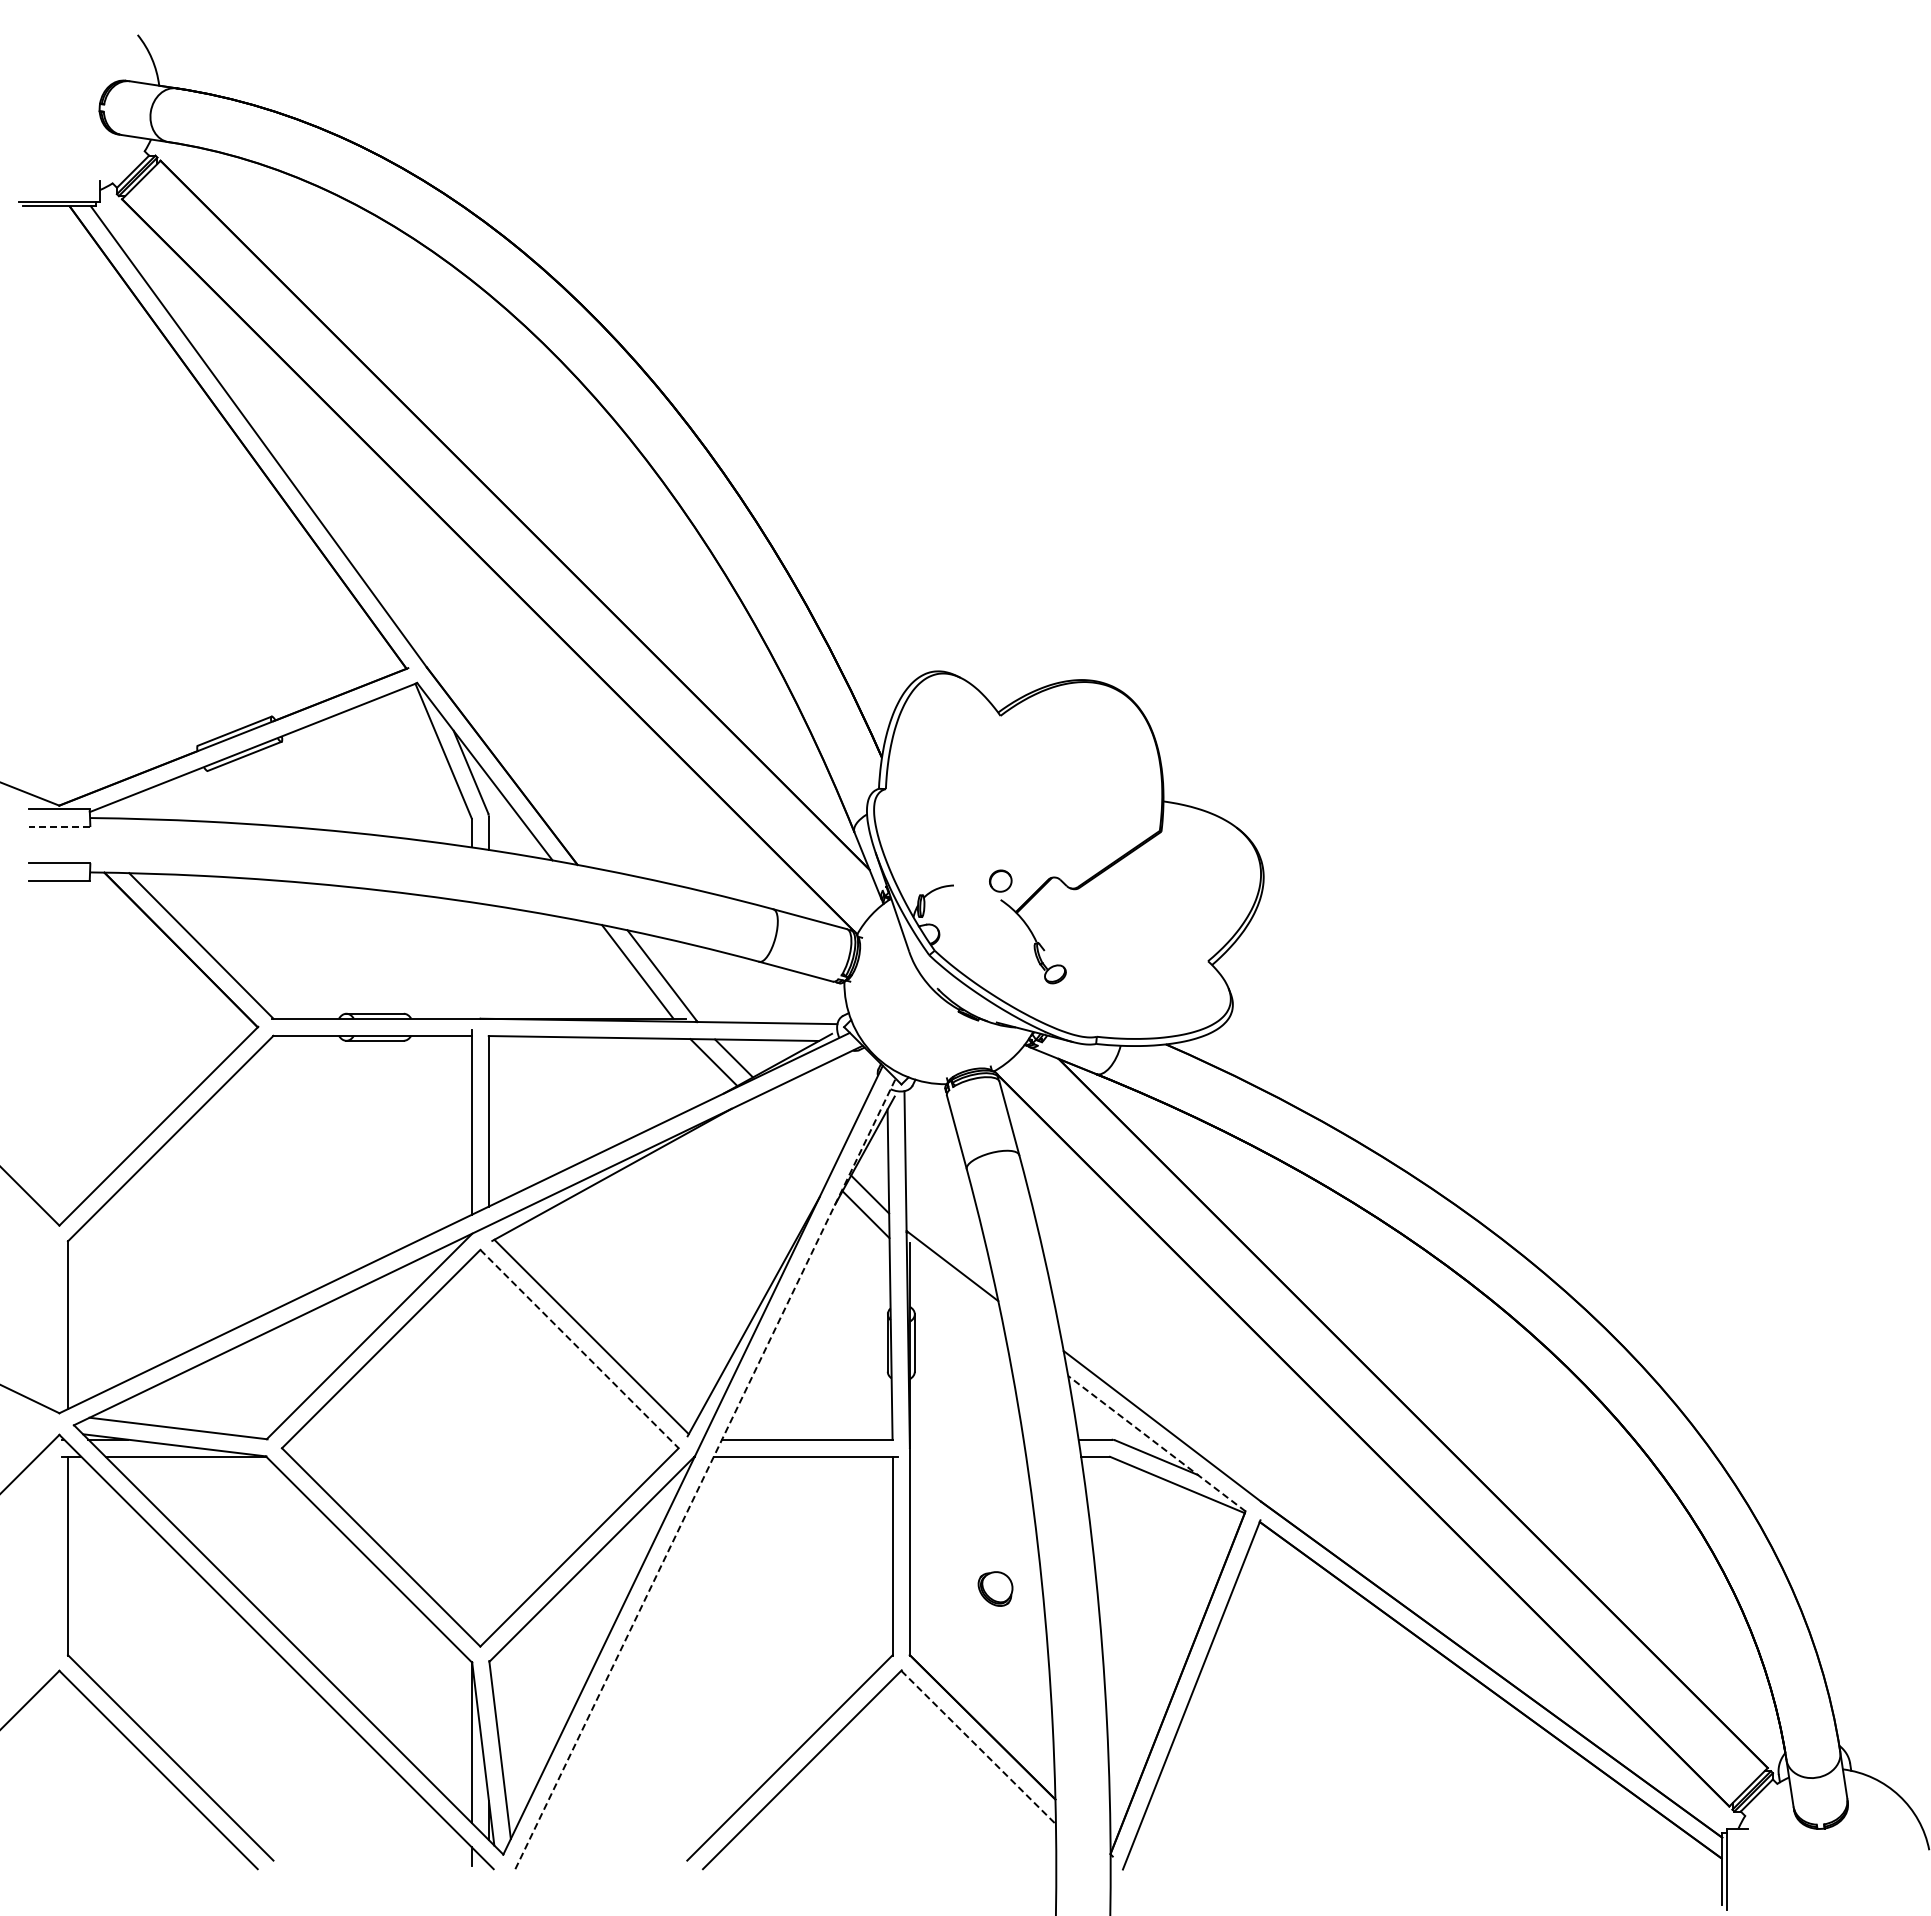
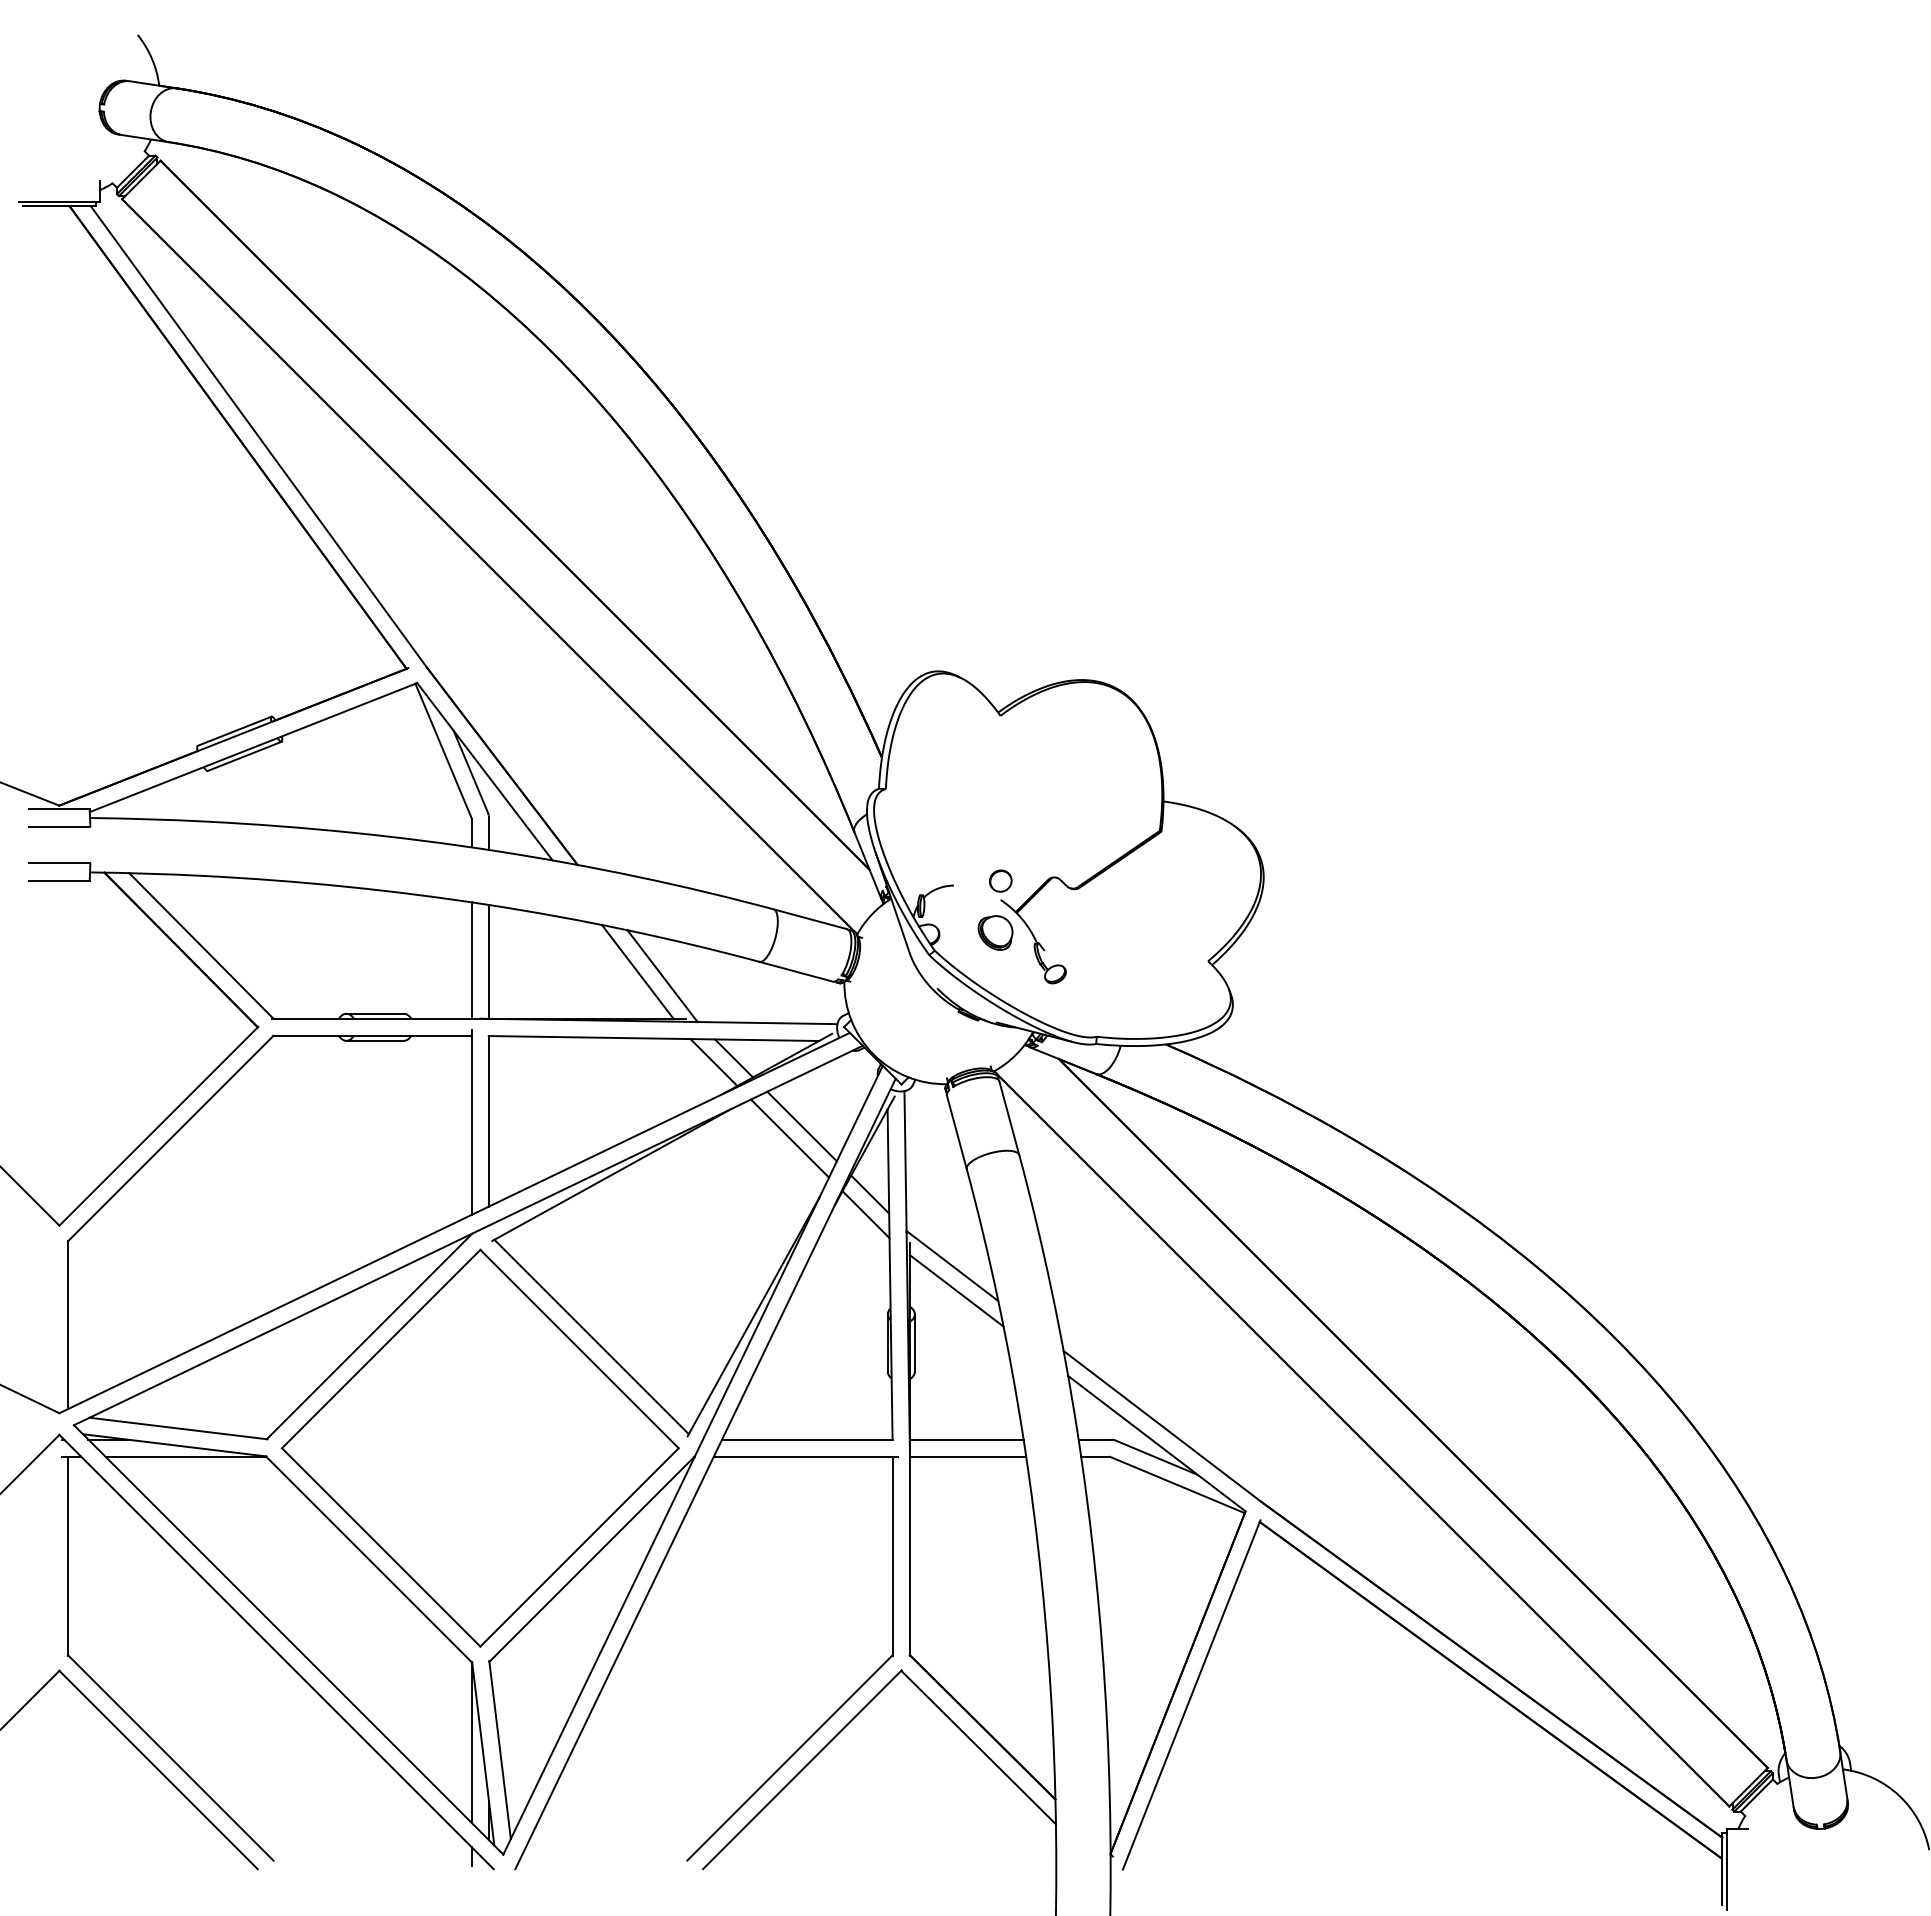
line at (59, 827): dashed -> solid
line at (471, 960): none -> present
line at (488, 961): none -> present
line at (801, 1126): none -> present
line at (789, 1138): none -> present
line at (956, 1290): none -> present
line at (579, 1349): dashed -> solid
line at (966, 1439): none -> present
line at (1156, 1443): dashed -> solid
line at (967, 1456): none -> present
line at (705, 1473): dashed -> solid
part at (995, 1588) position: (995, 1588) -> (995, 932)
line at (978, 1747): dashed -> solid
